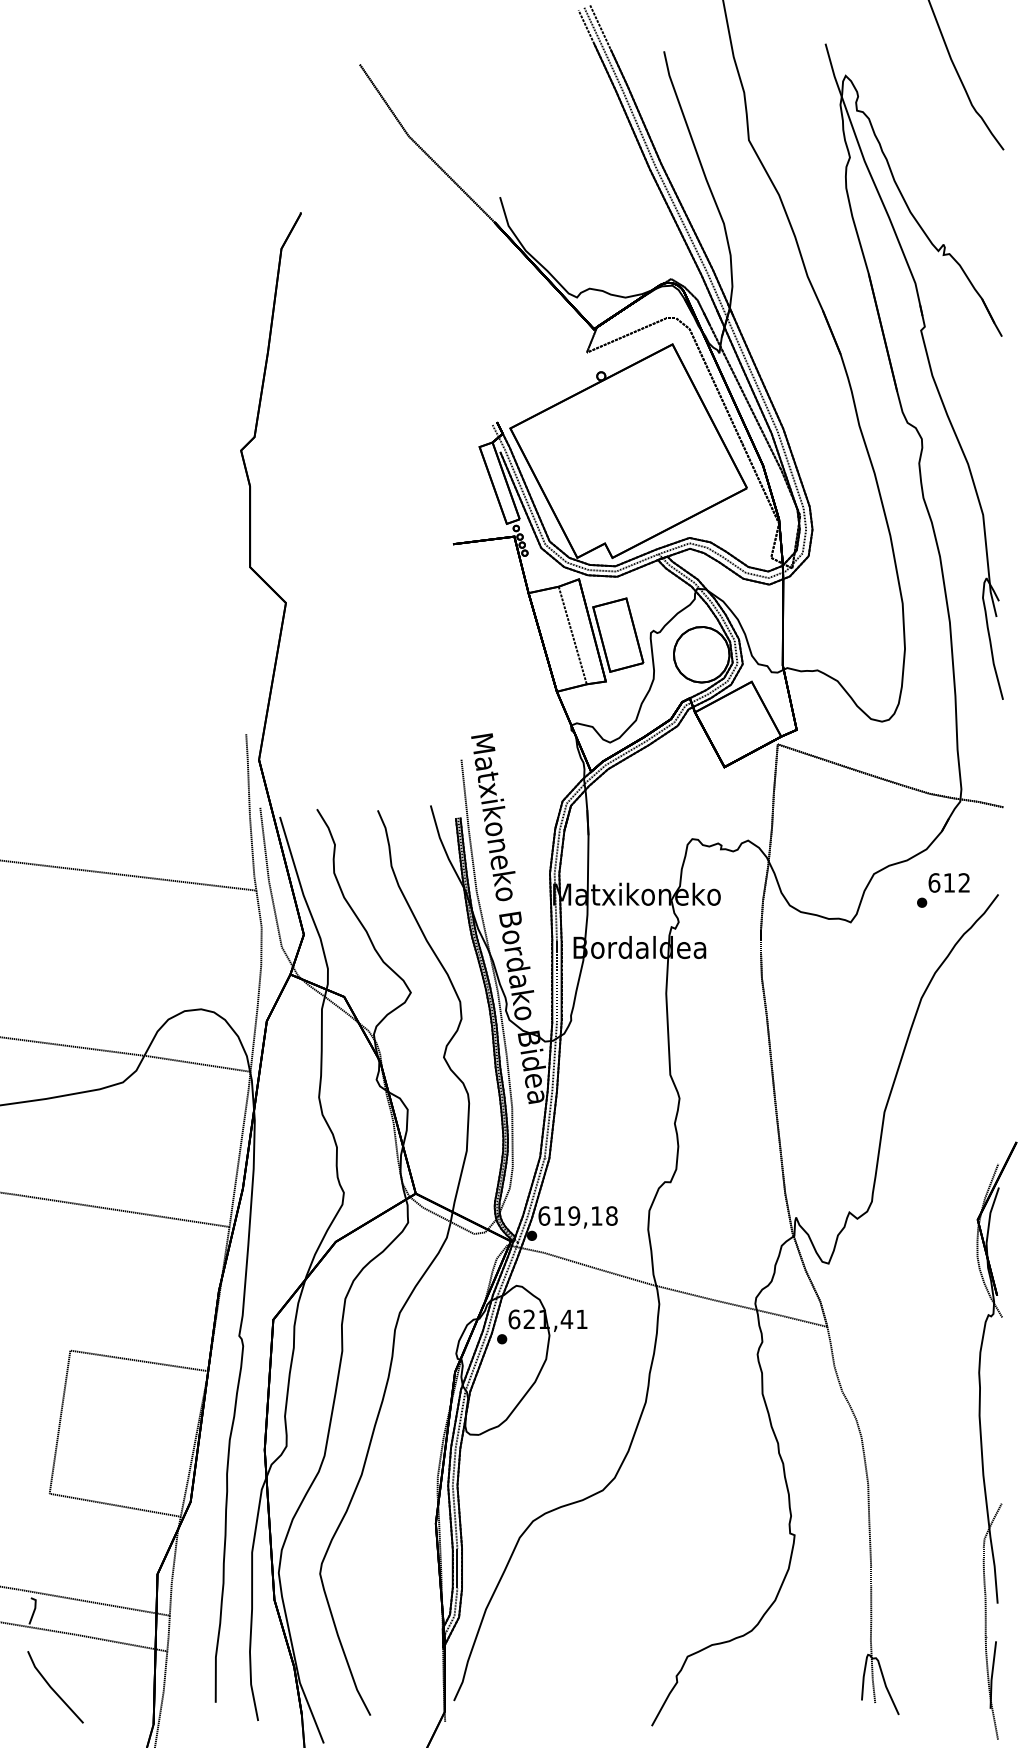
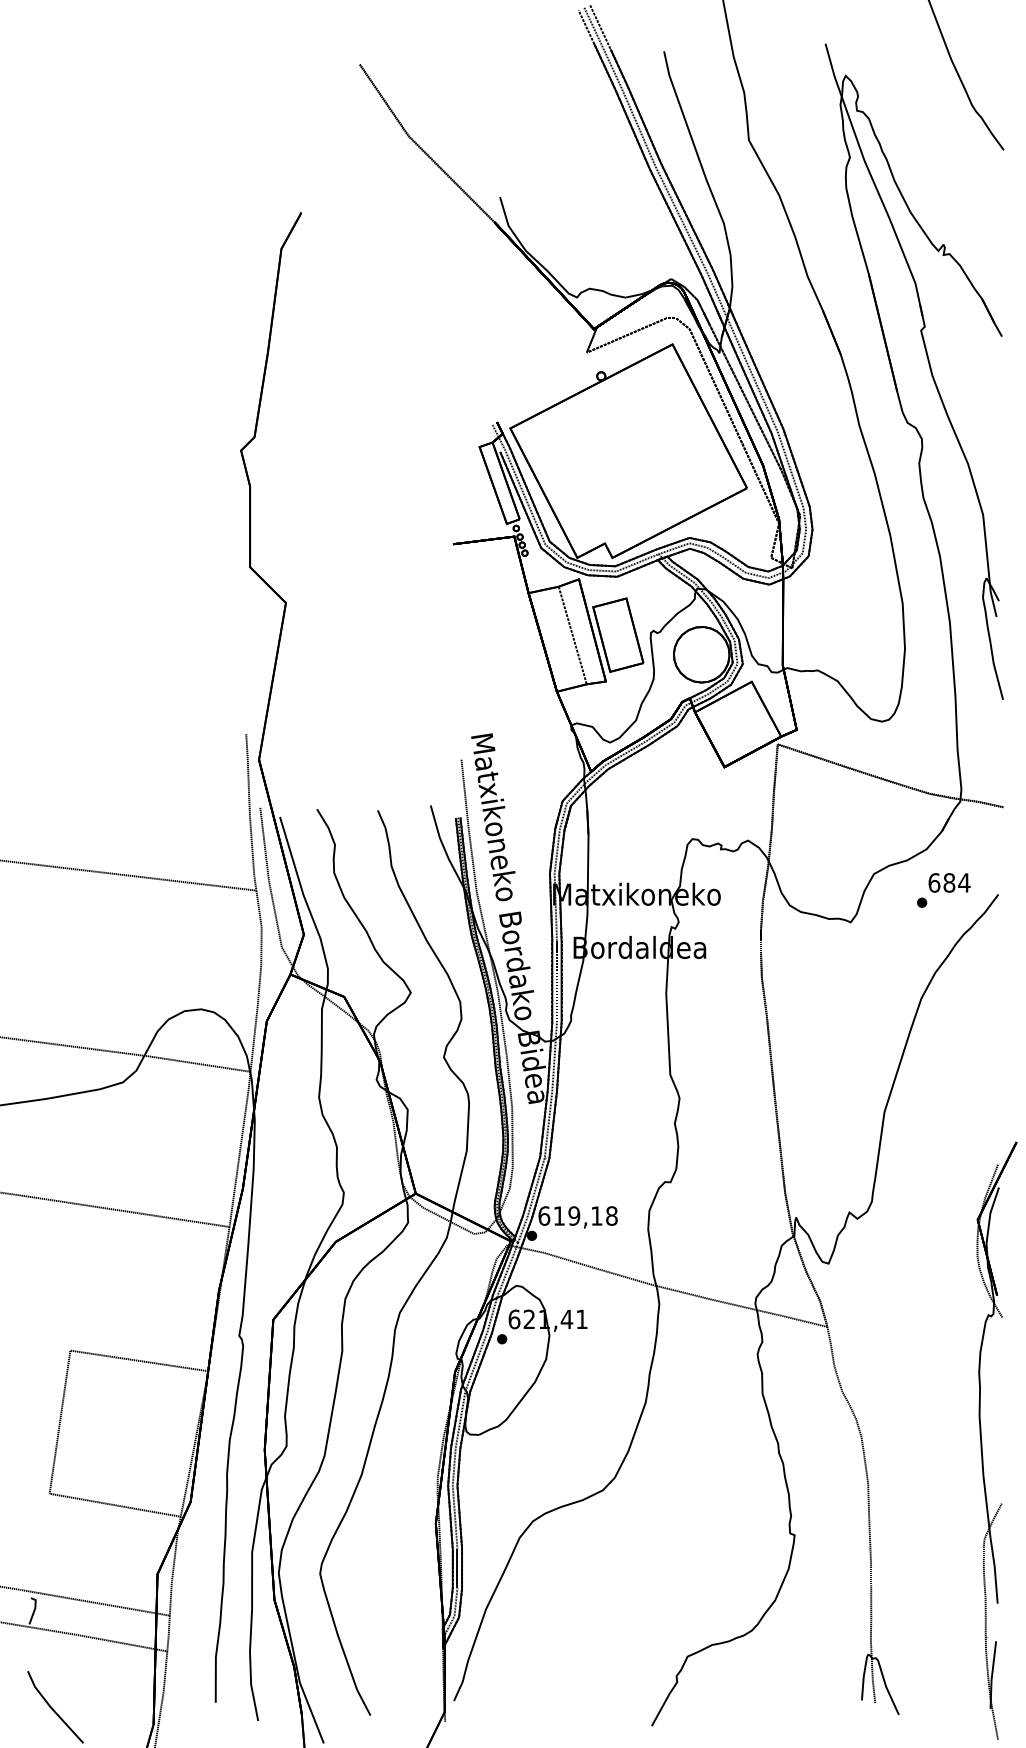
text at (956, 882): 612 -> 684
line at (53, 1688) position: (53, 1688) -> (53, 1708)
